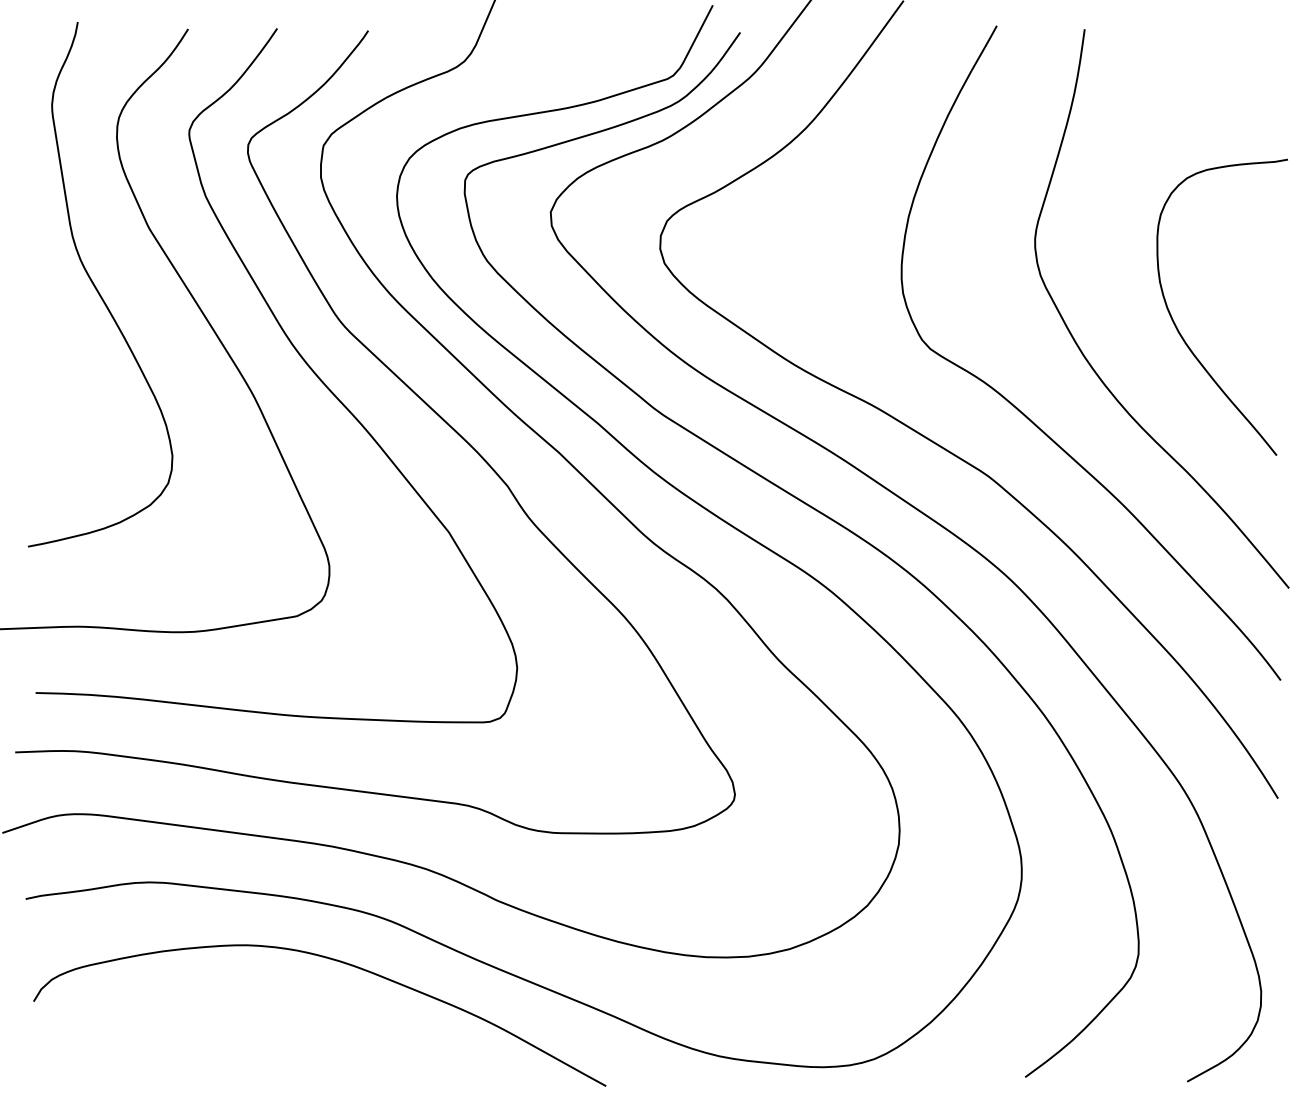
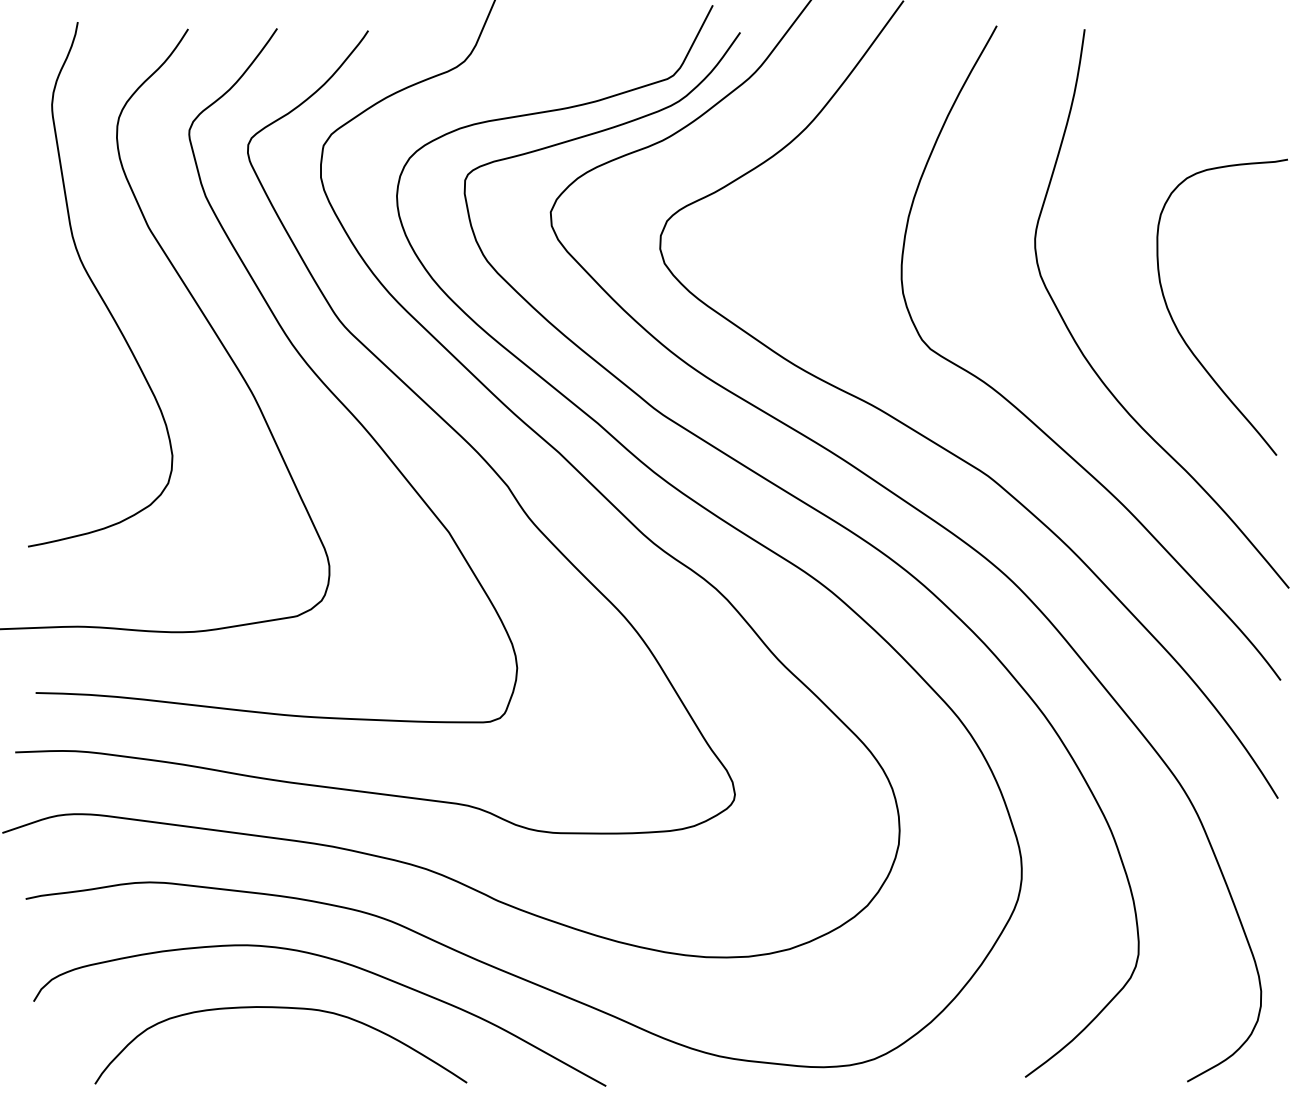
curve at (280, 1008): none -> present
